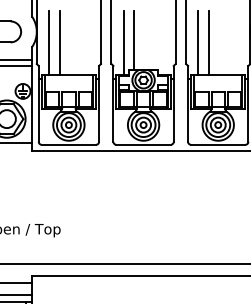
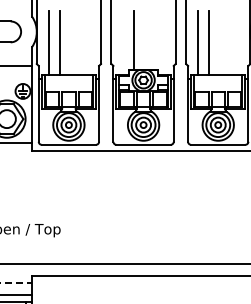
line at (123, 42): present -> none
line at (17, 60): present -> none
line at (16, 283): solid -> dashed
